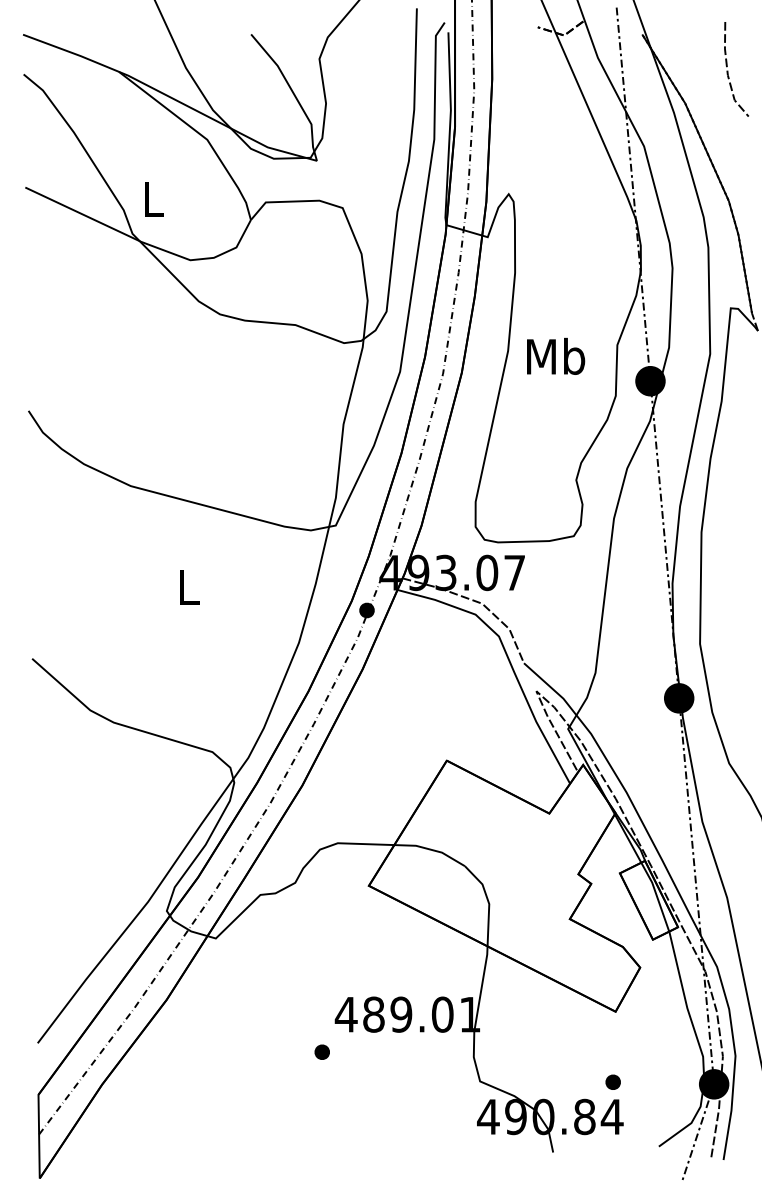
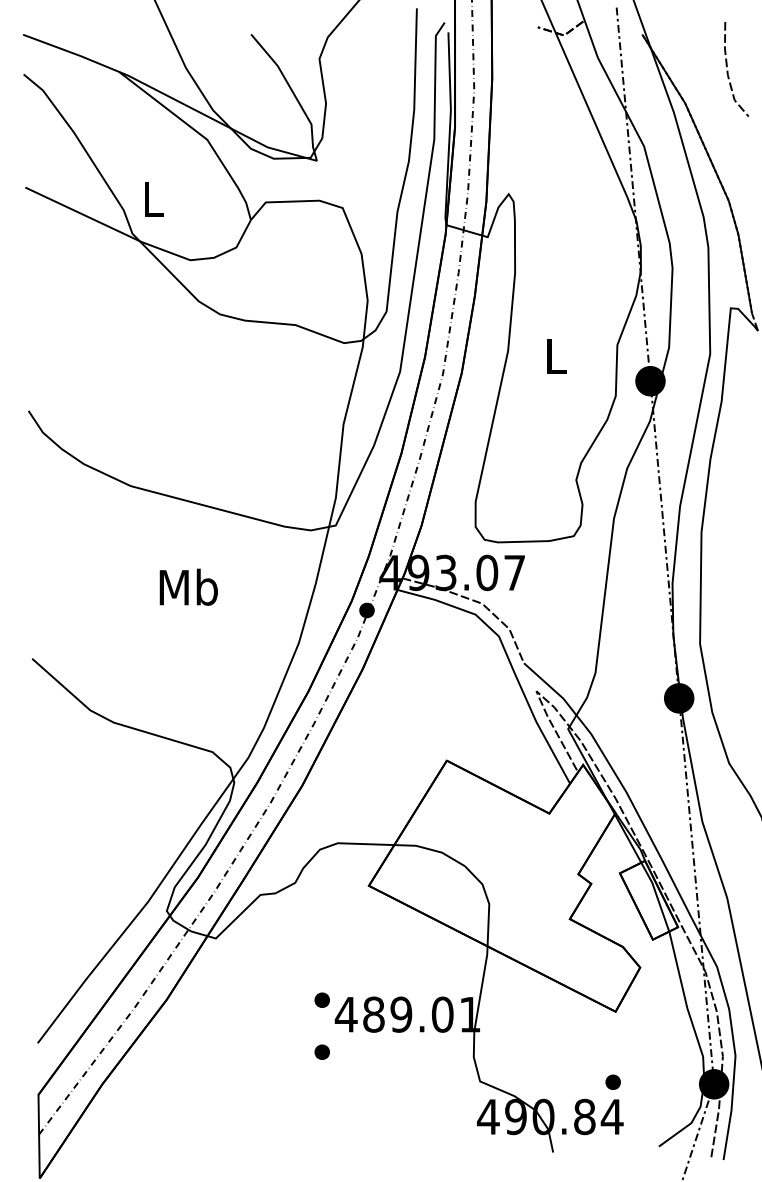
text at (556, 355): Mb -> L
text at (188, 586): L -> Mb
part at (321, 999): none -> present
